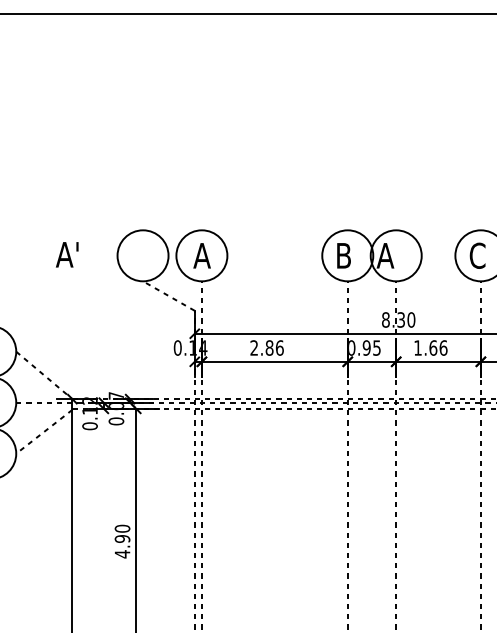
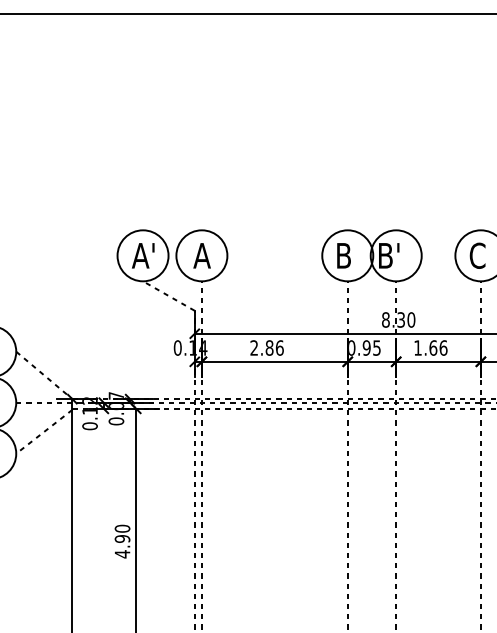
text at (67, 254) position: (67, 254) -> (143, 255)
text at (387, 255): A -> B'
